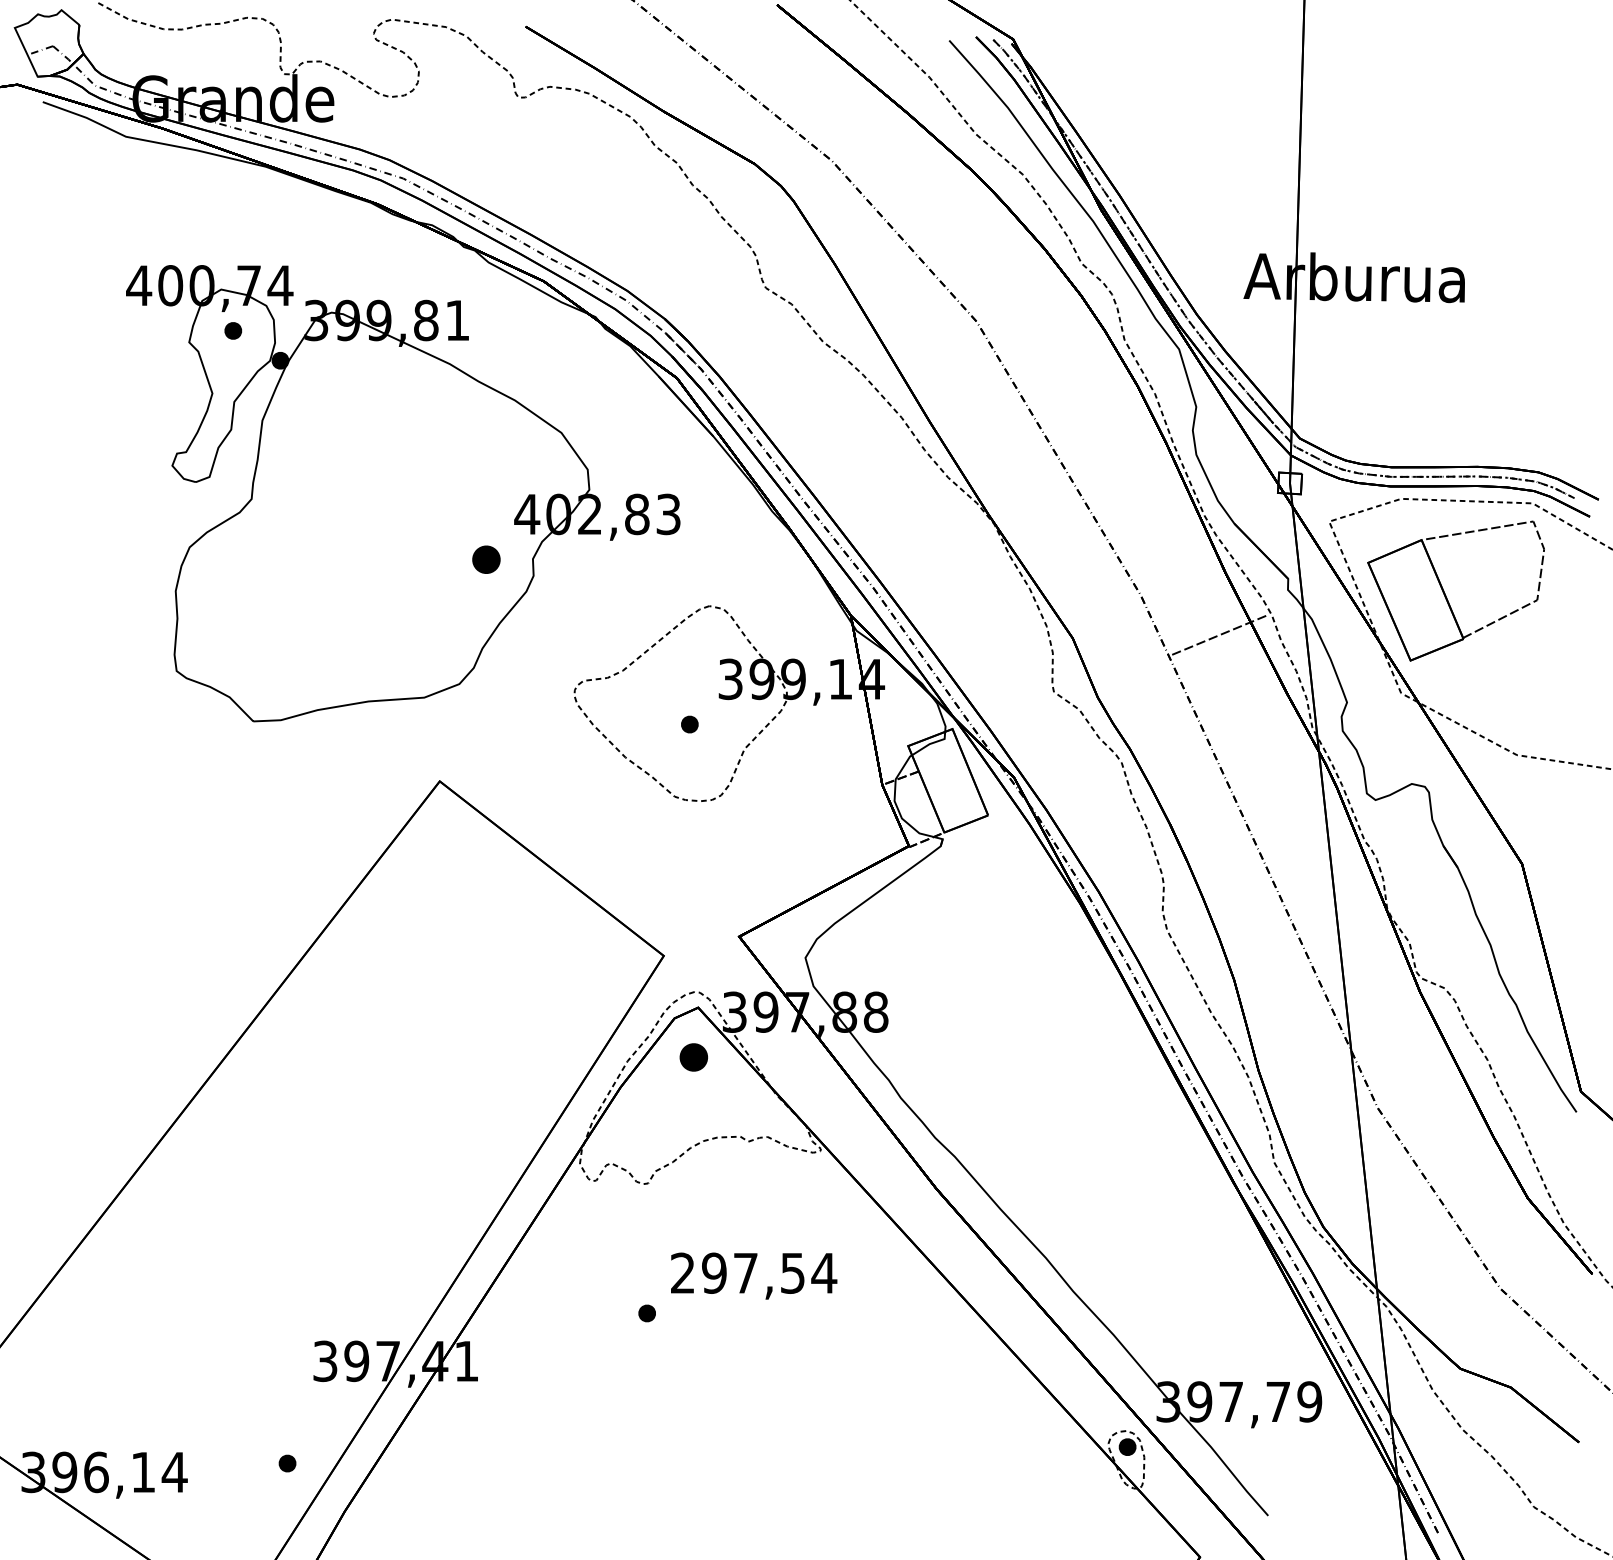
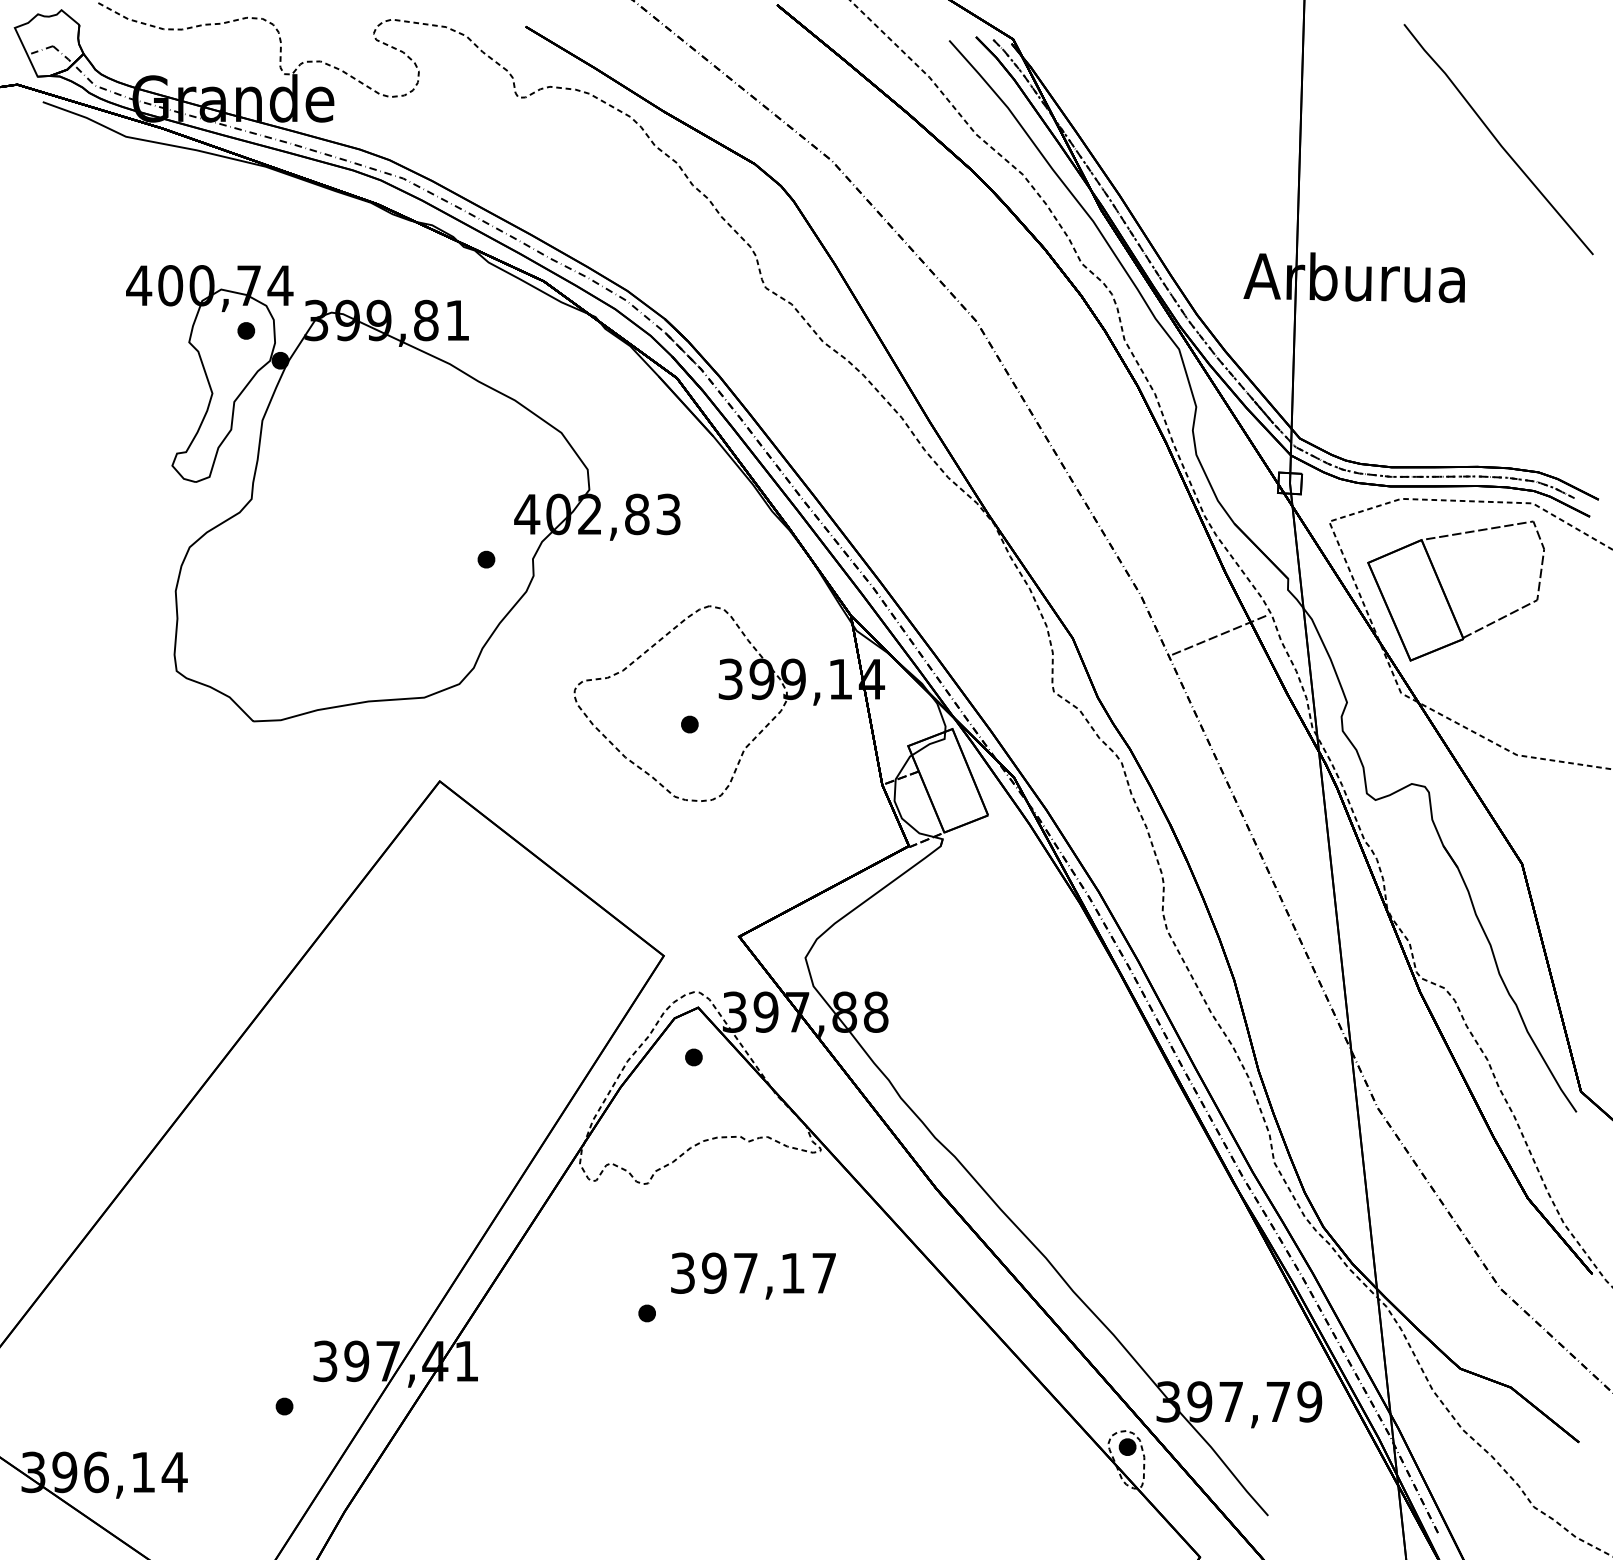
line at (1497, 139): none -> present
part at (233, 330) position: (233, 330) -> (246, 330)
part at (486, 559) size: 29x29 px -> 19x19 px
part at (693, 1057) size: 29x29 px -> 18x19 px
text at (754, 1272): 297,54 -> 397,17
part at (287, 1463) position: (287, 1463) -> (284, 1406)
